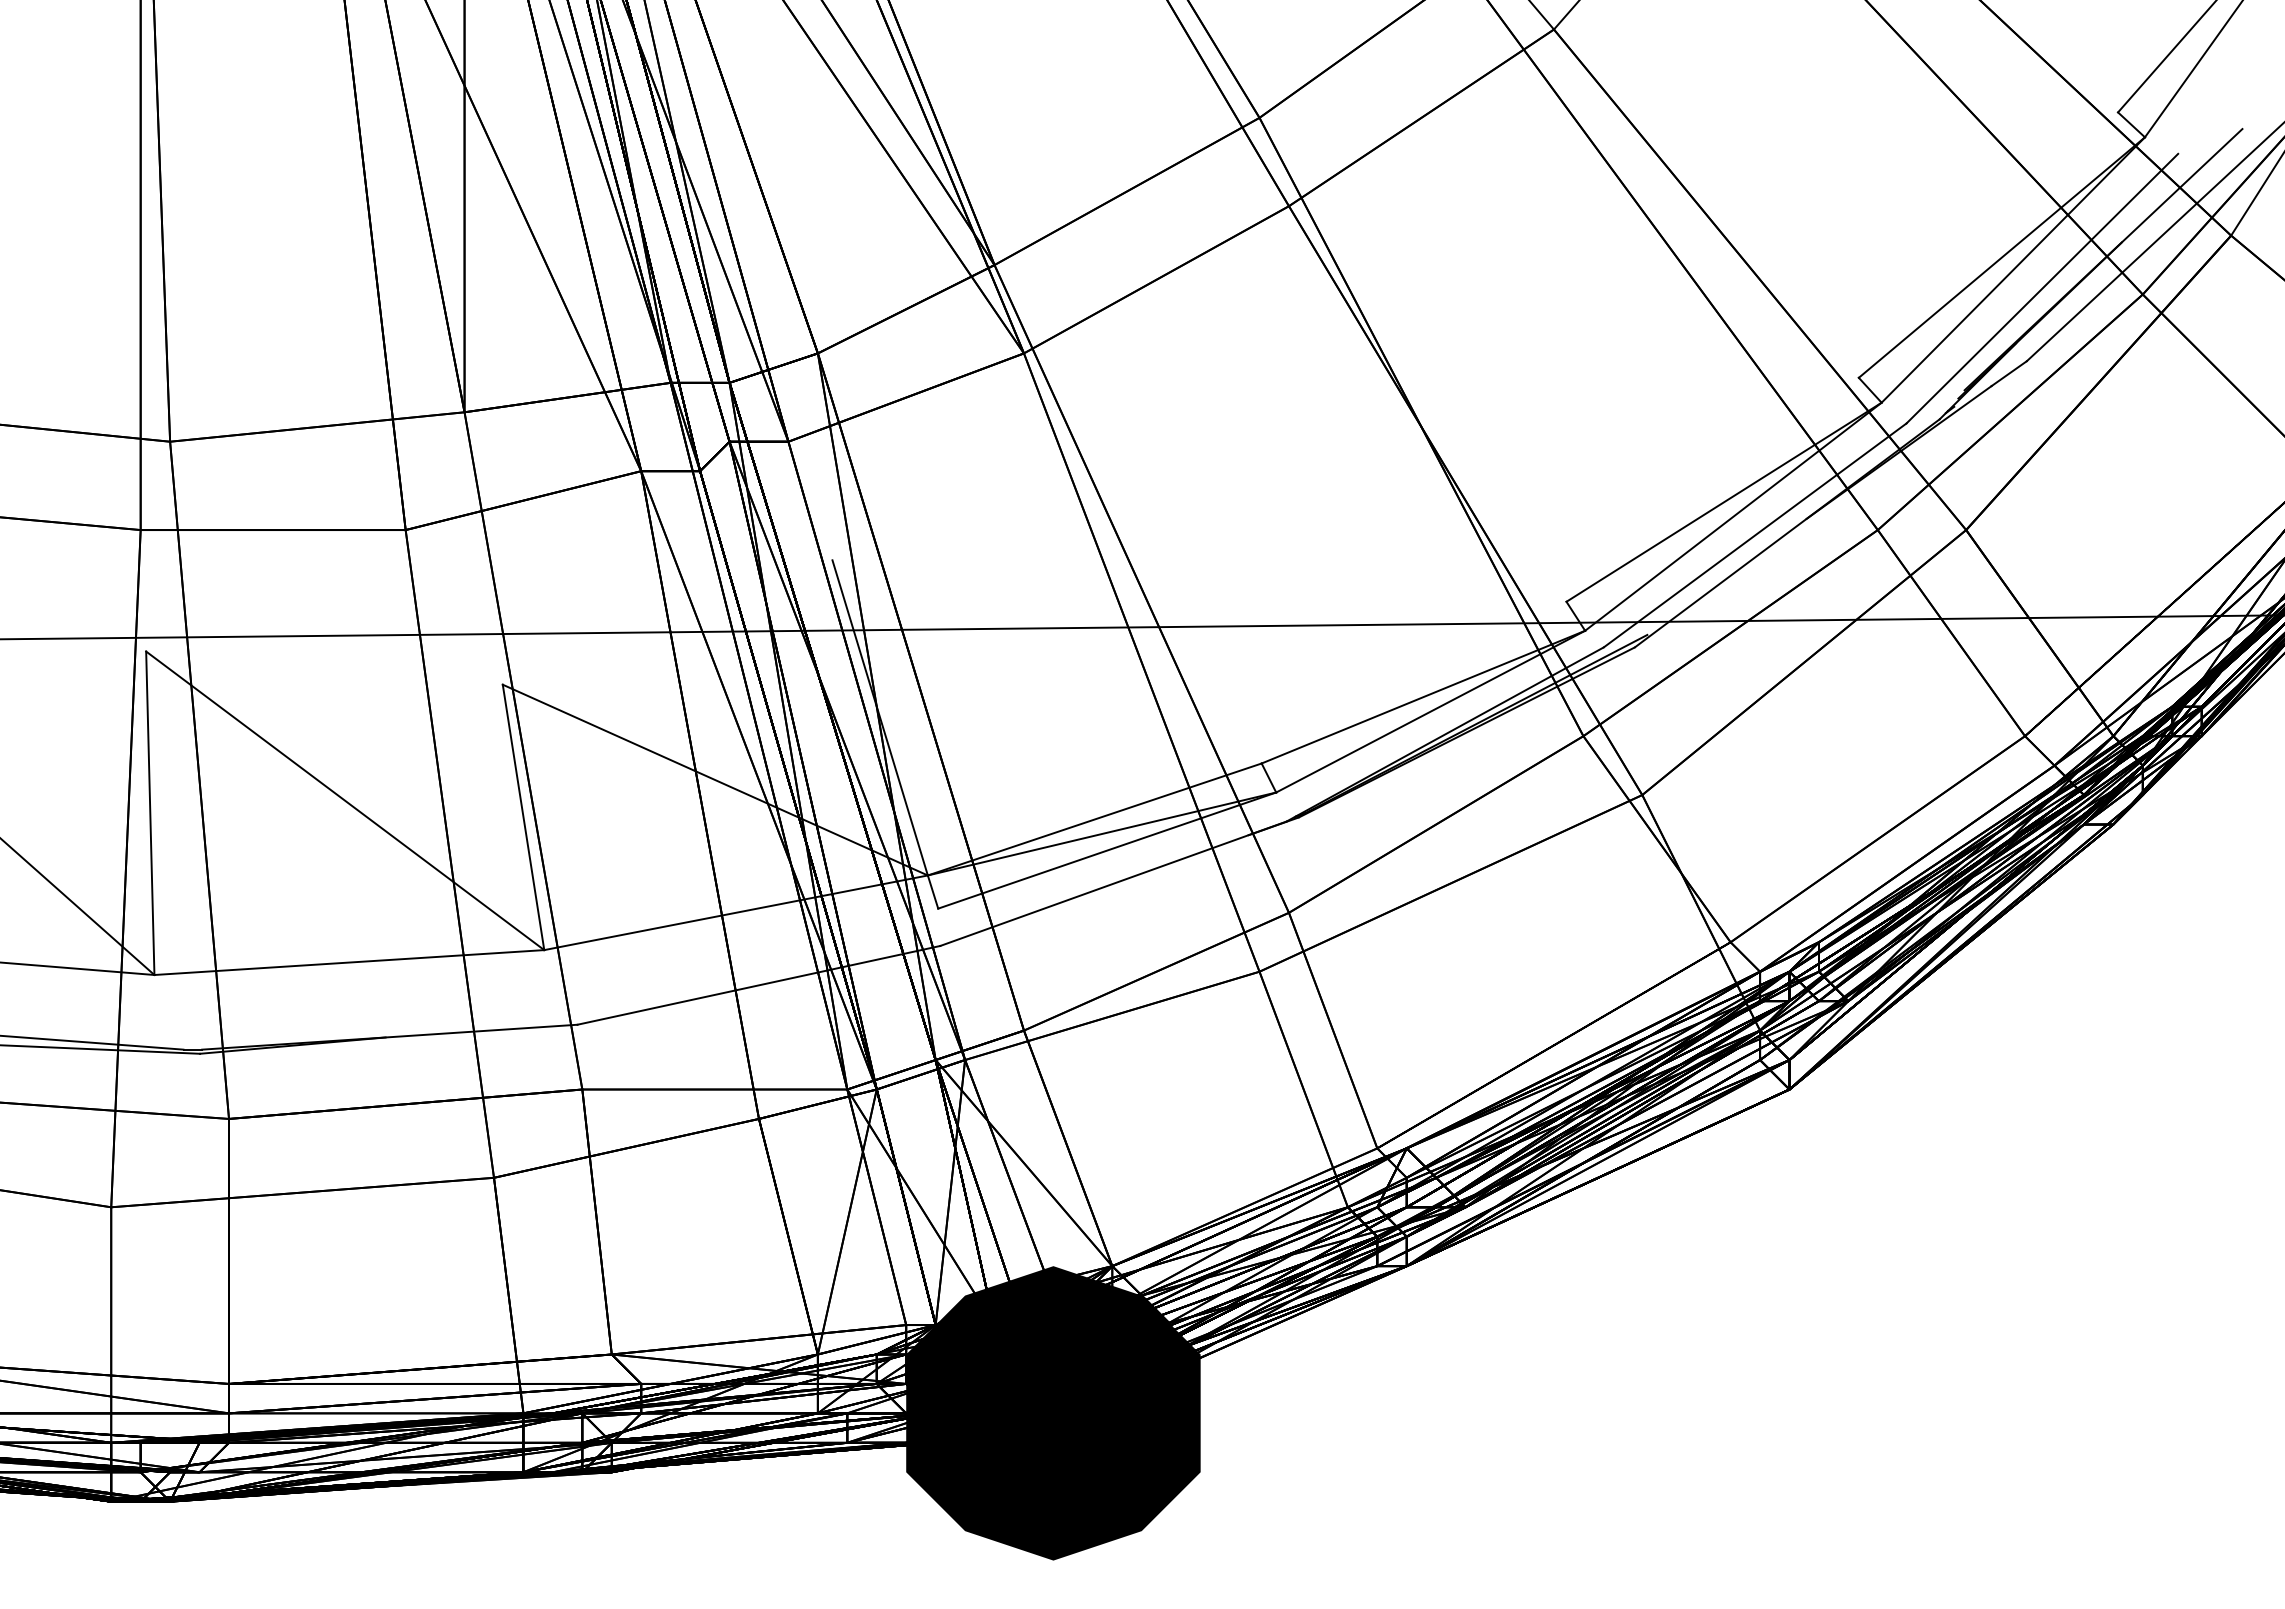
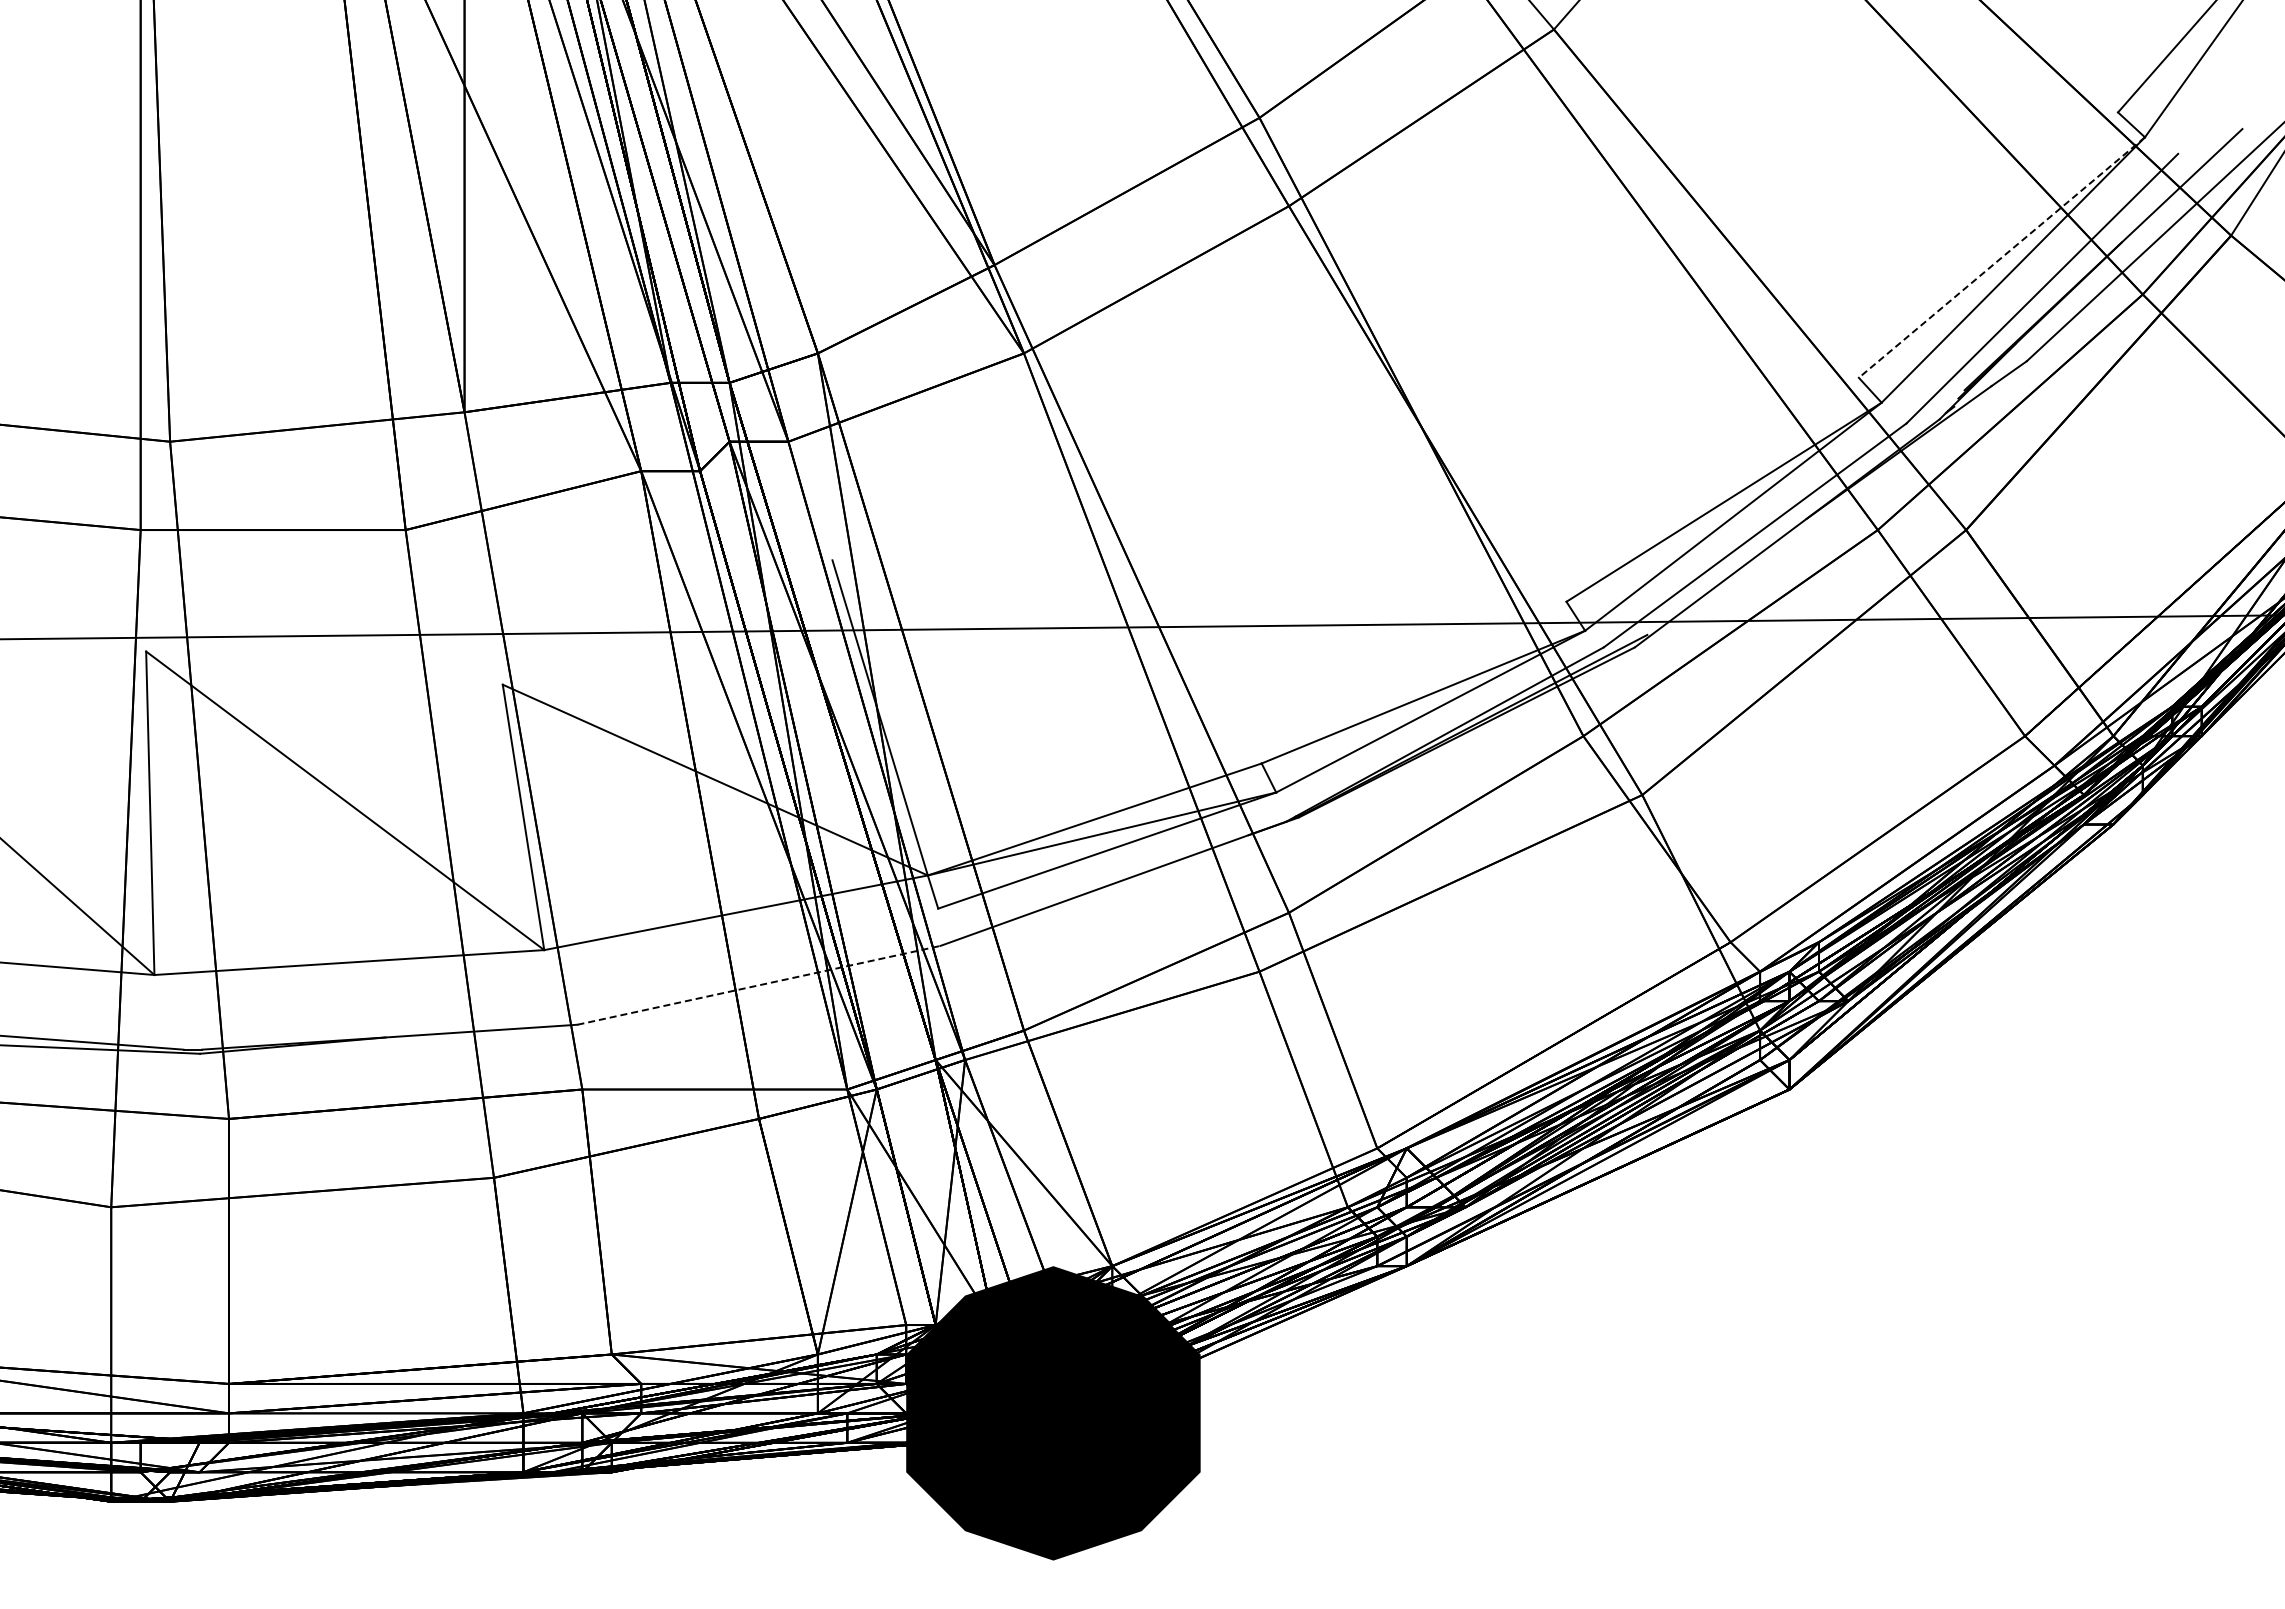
line at (2001, 257): solid -> dashed
line at (758, 985): solid -> dashed
